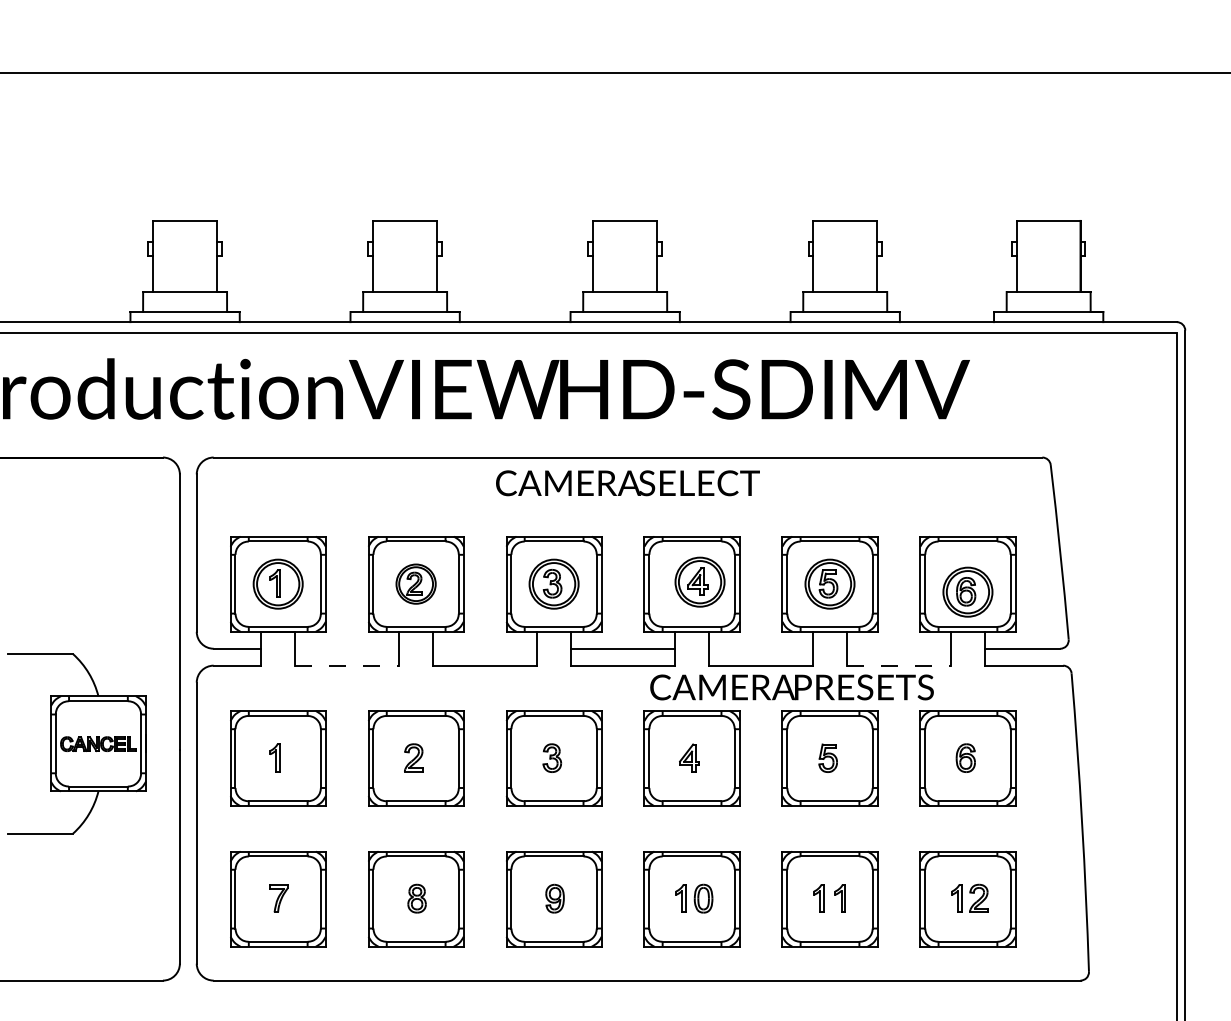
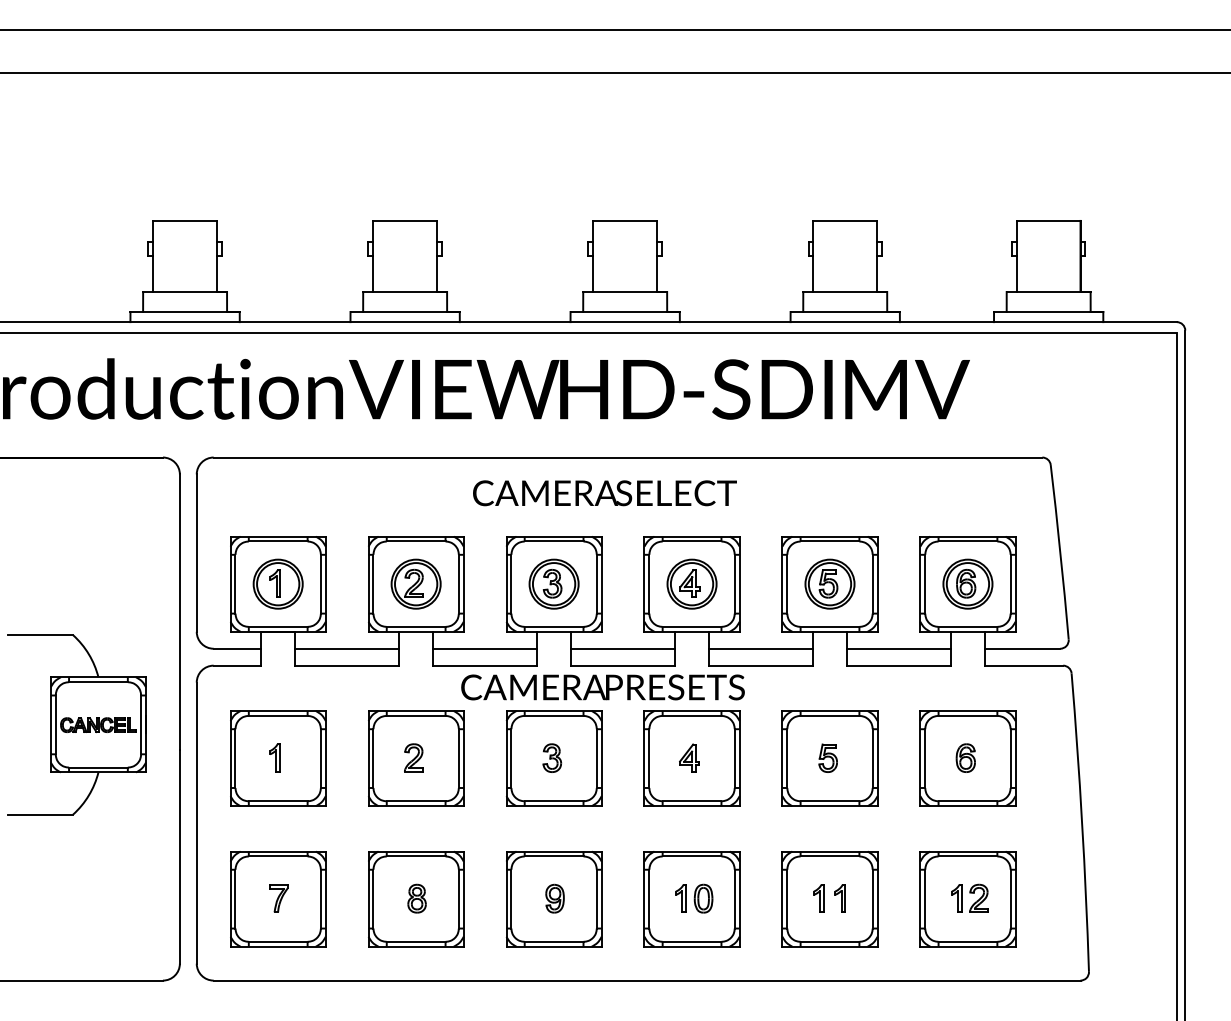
line at (614, 30): none -> present
text at (627, 483) position: (627, 483) -> (604, 493)
part at (699, 581) position: (699, 581) -> (691, 583)
part at (415, 583) size: 42x42 px -> 52x52 px
part at (967, 591) position: (967, 591) -> (967, 583)
line at (347, 648): none -> present
line at (485, 648): none -> present
line at (760, 648): none -> present
line at (898, 648): none -> present
line at (347, 665): dashed -> solid
line at (899, 665): dashed -> solid
text at (791, 687) position: (791, 687) -> (602, 687)
part at (76, 743) position: (76, 743) -> (76, 724)
